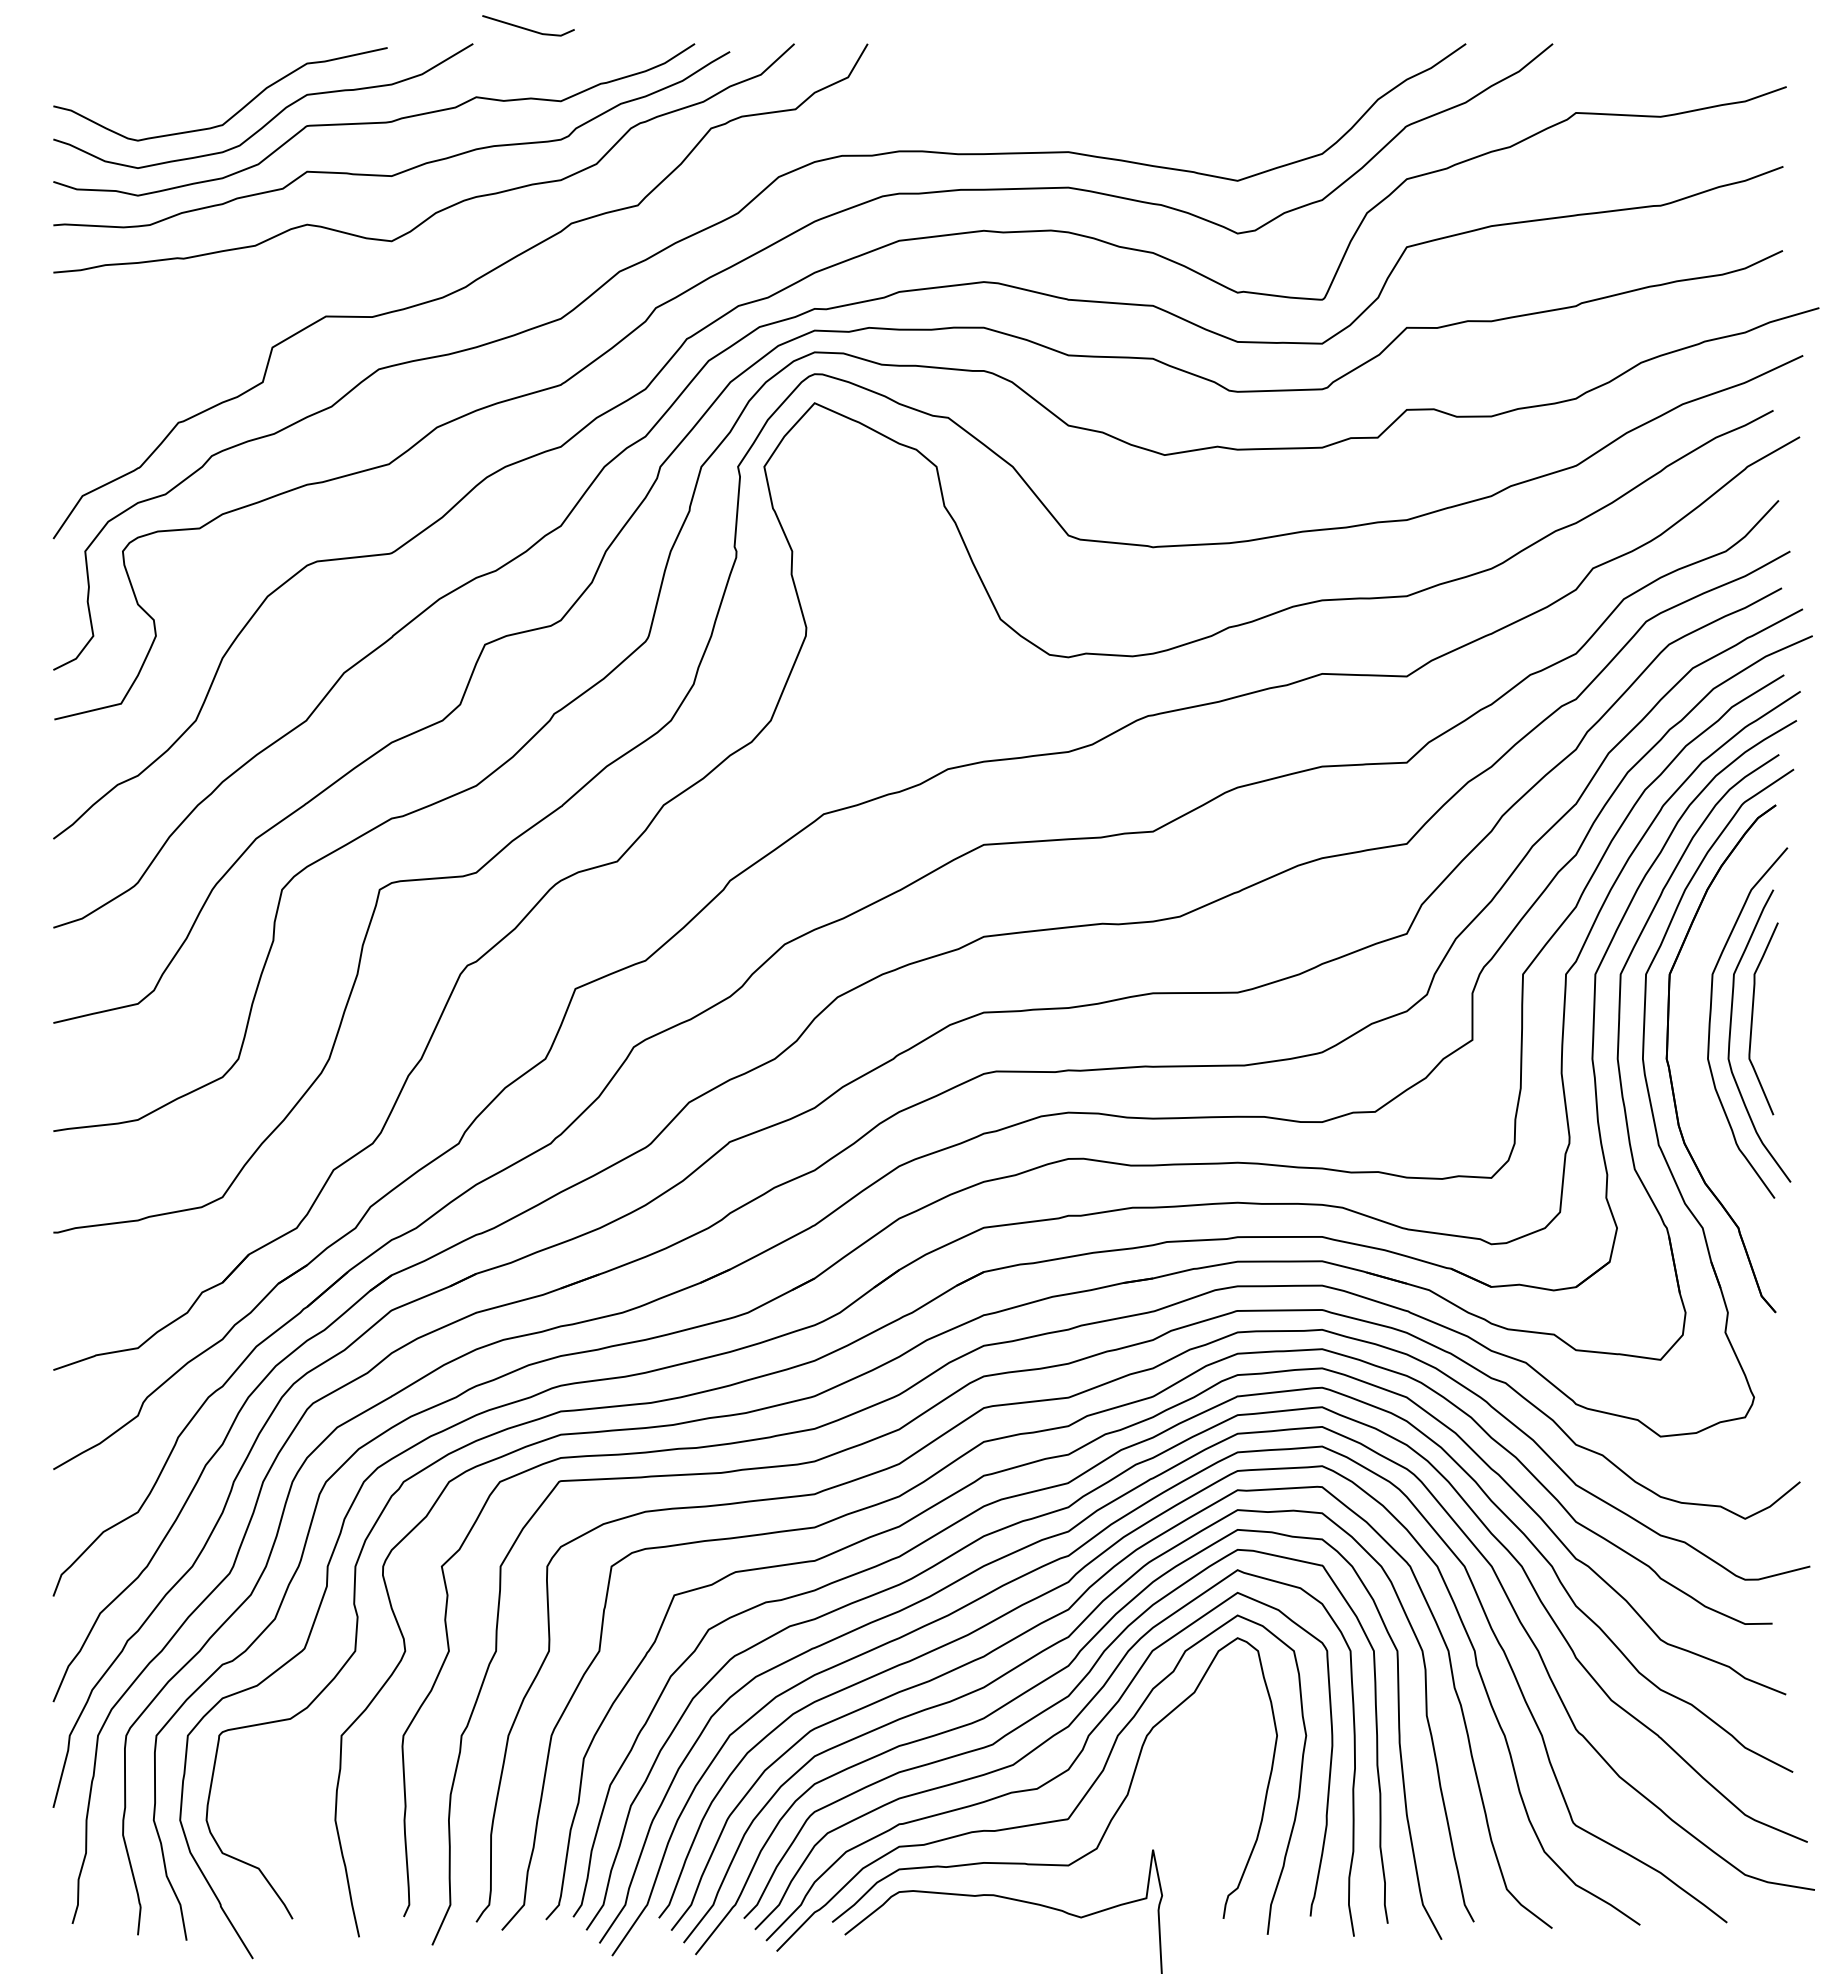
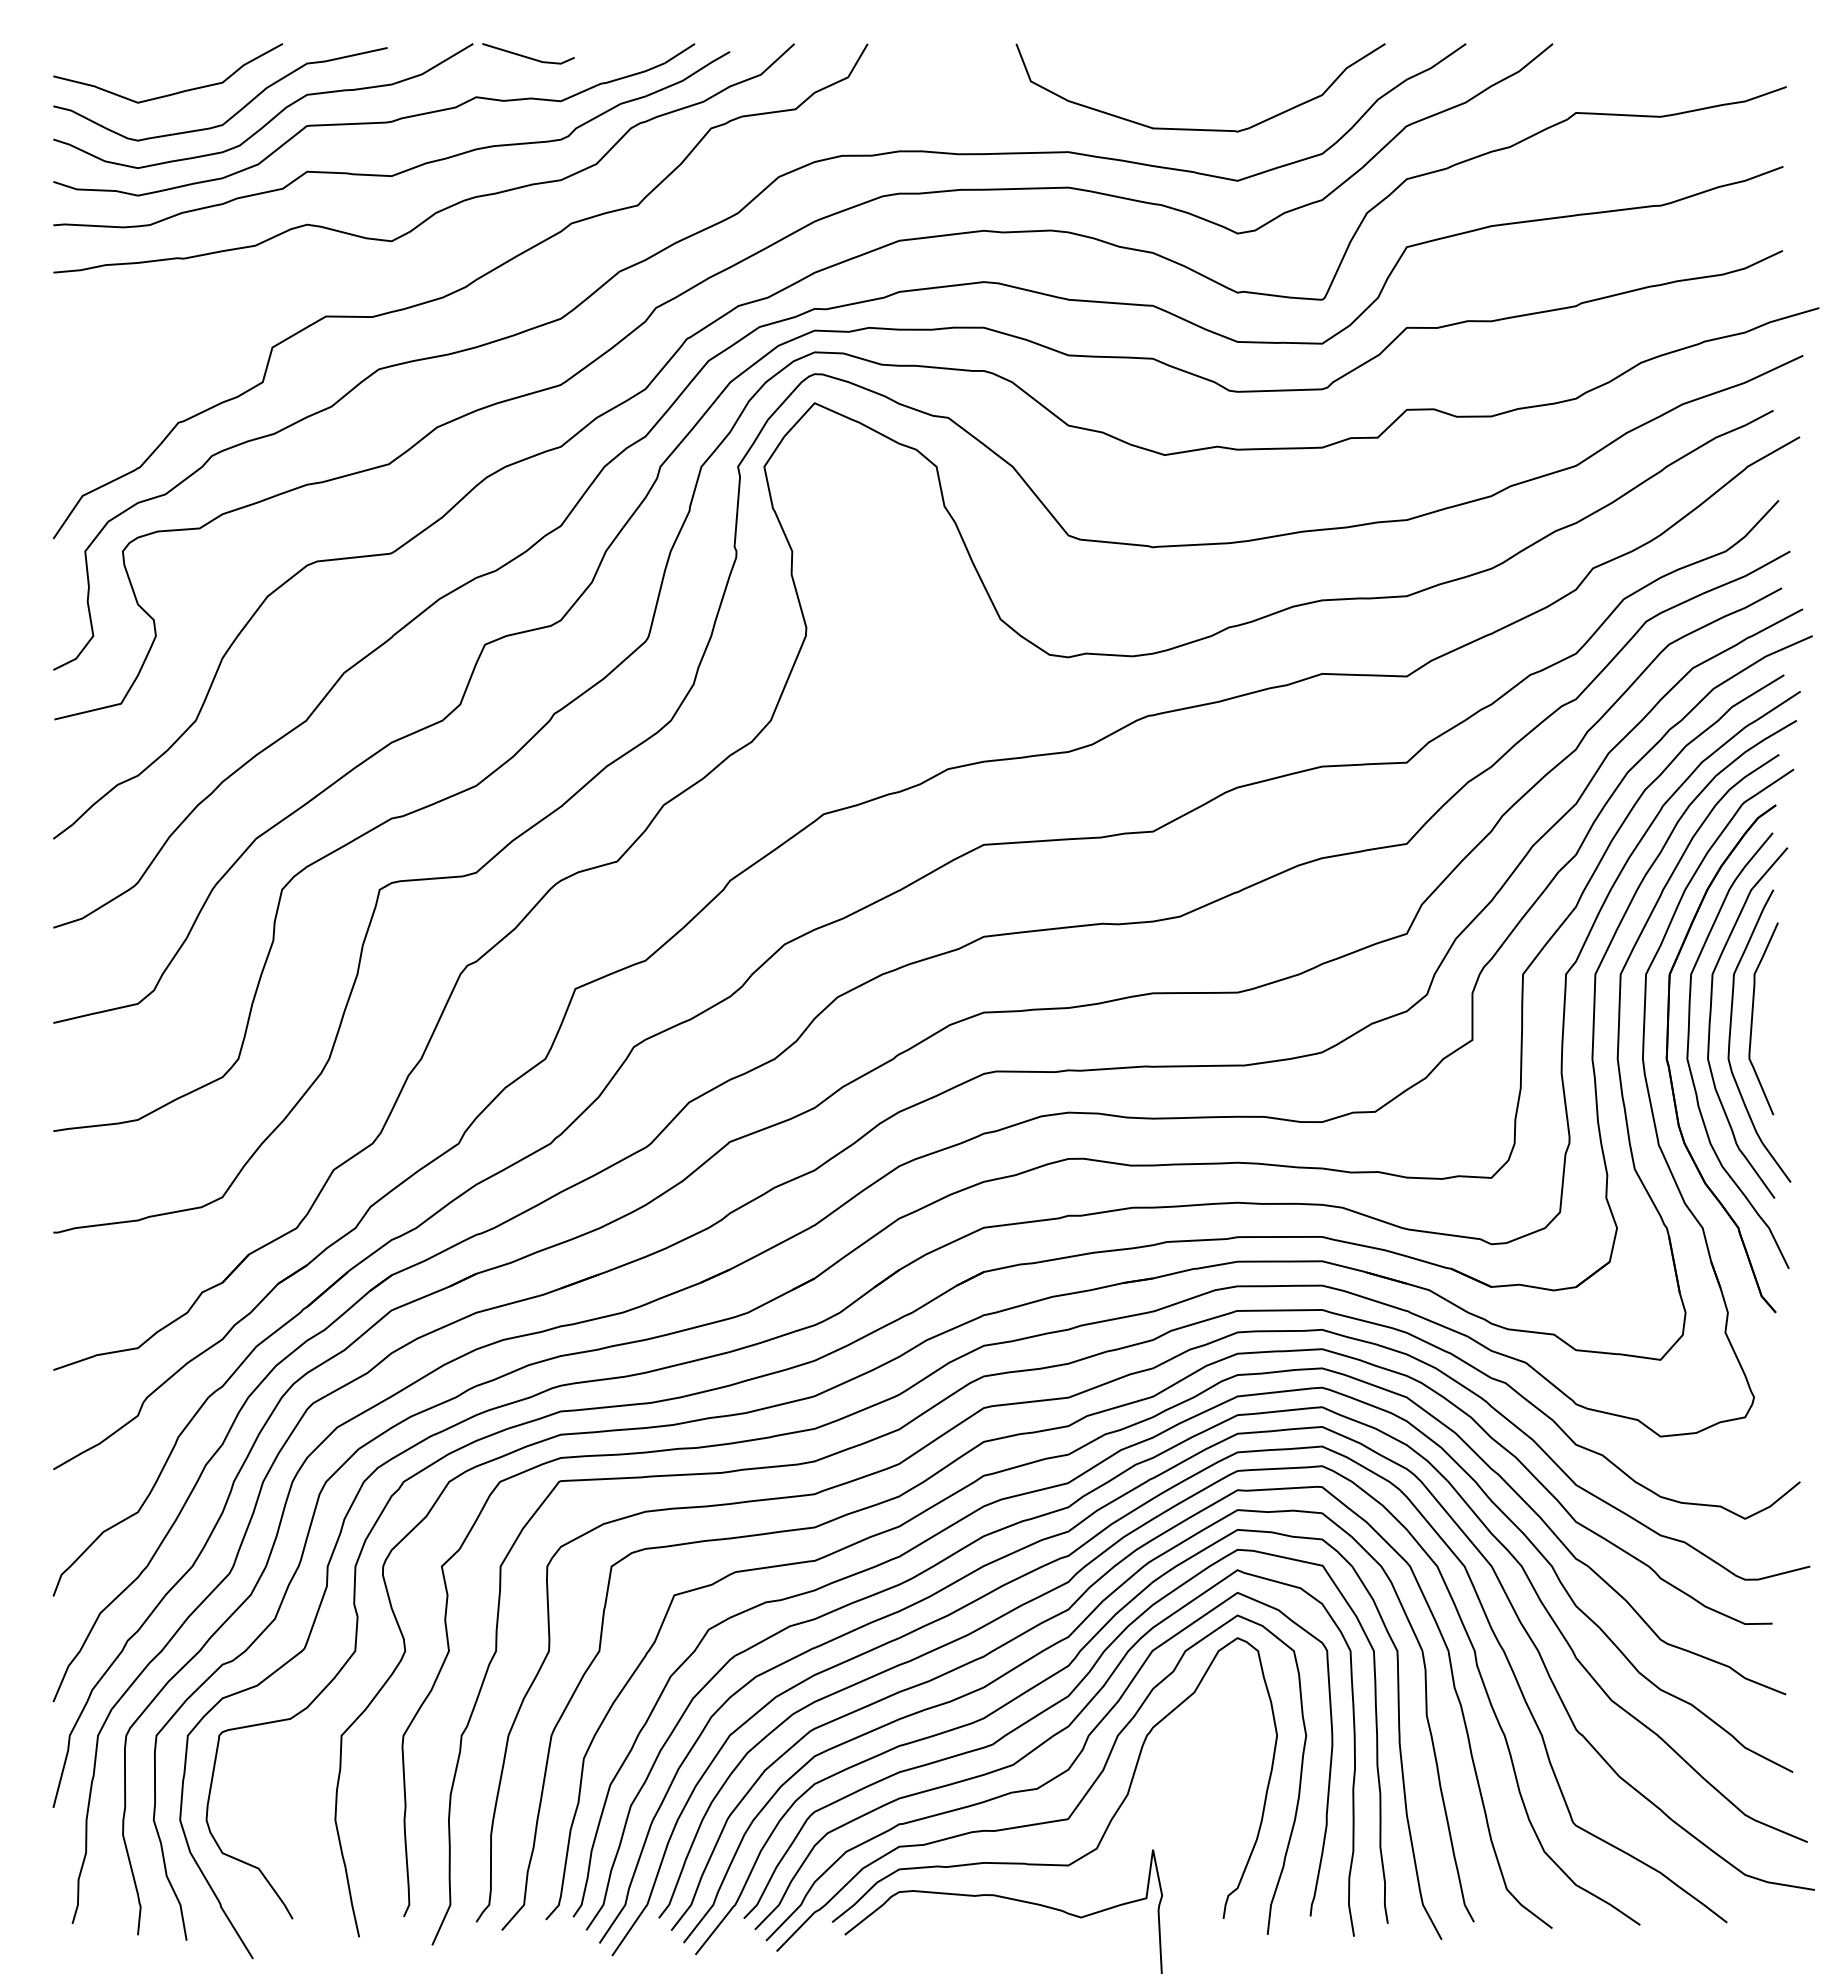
line at (528, 28) position: (528, 28) -> (528, 56)
curve at (171, 93): none -> present
curve at (1195, 128): none -> present
curve at (1689, 1042): none -> present
